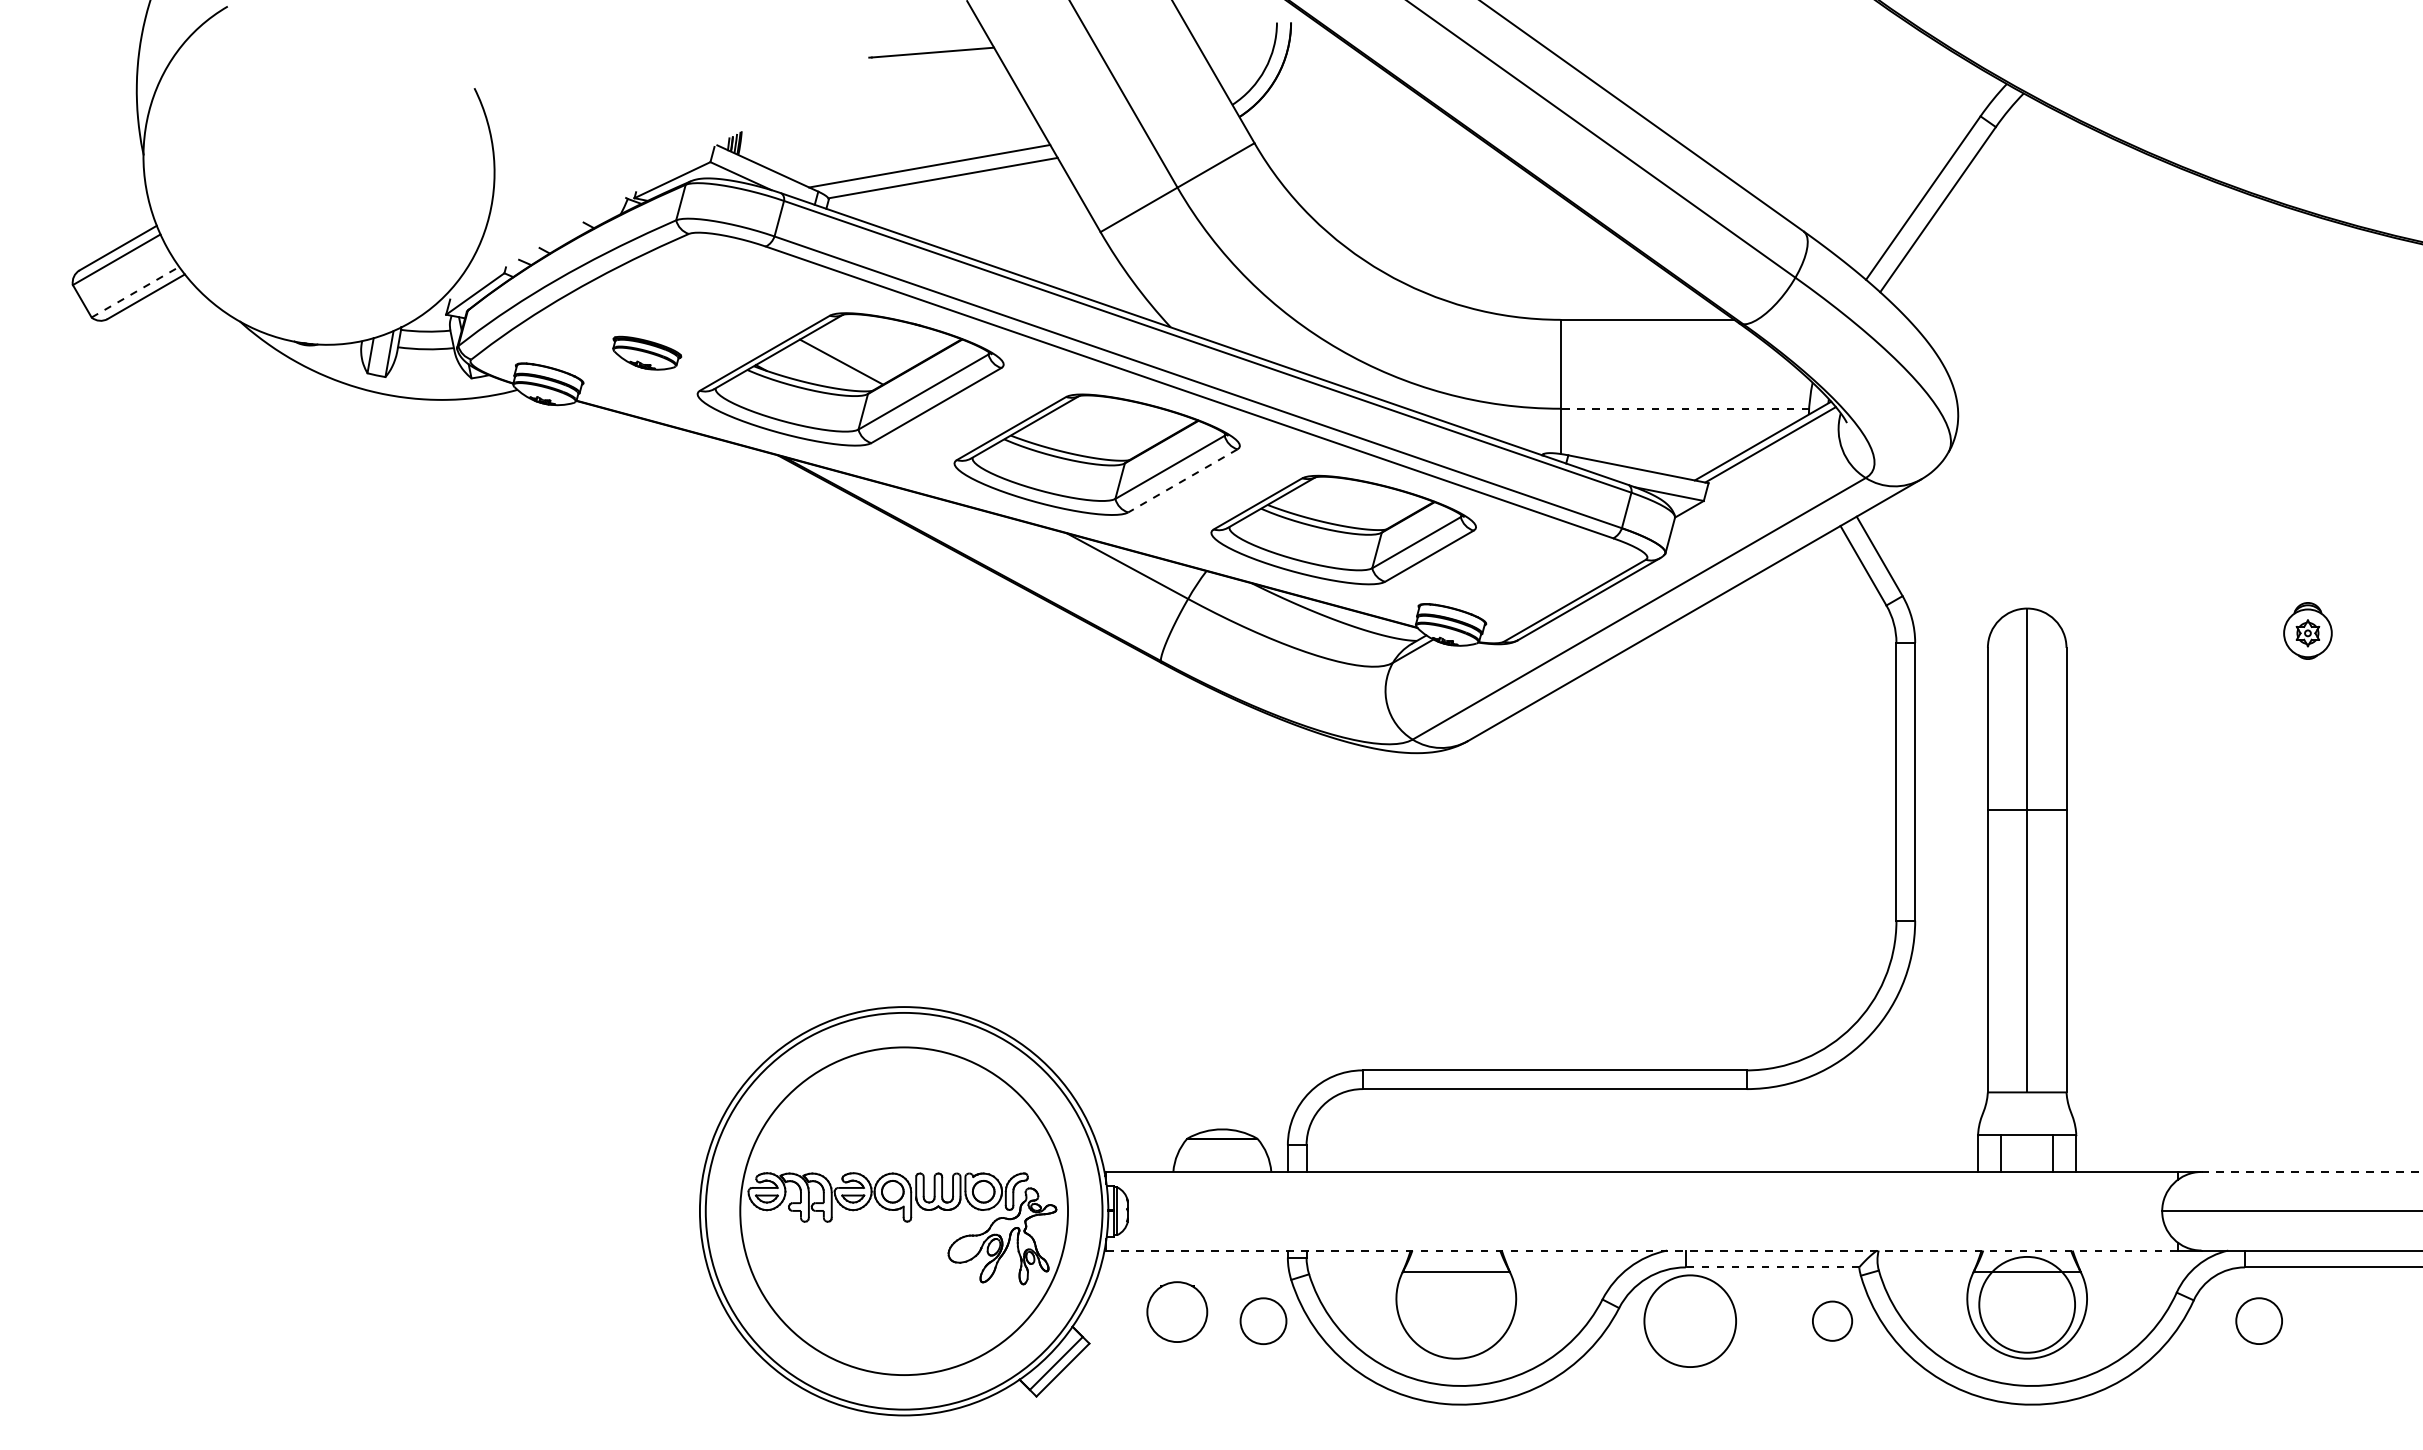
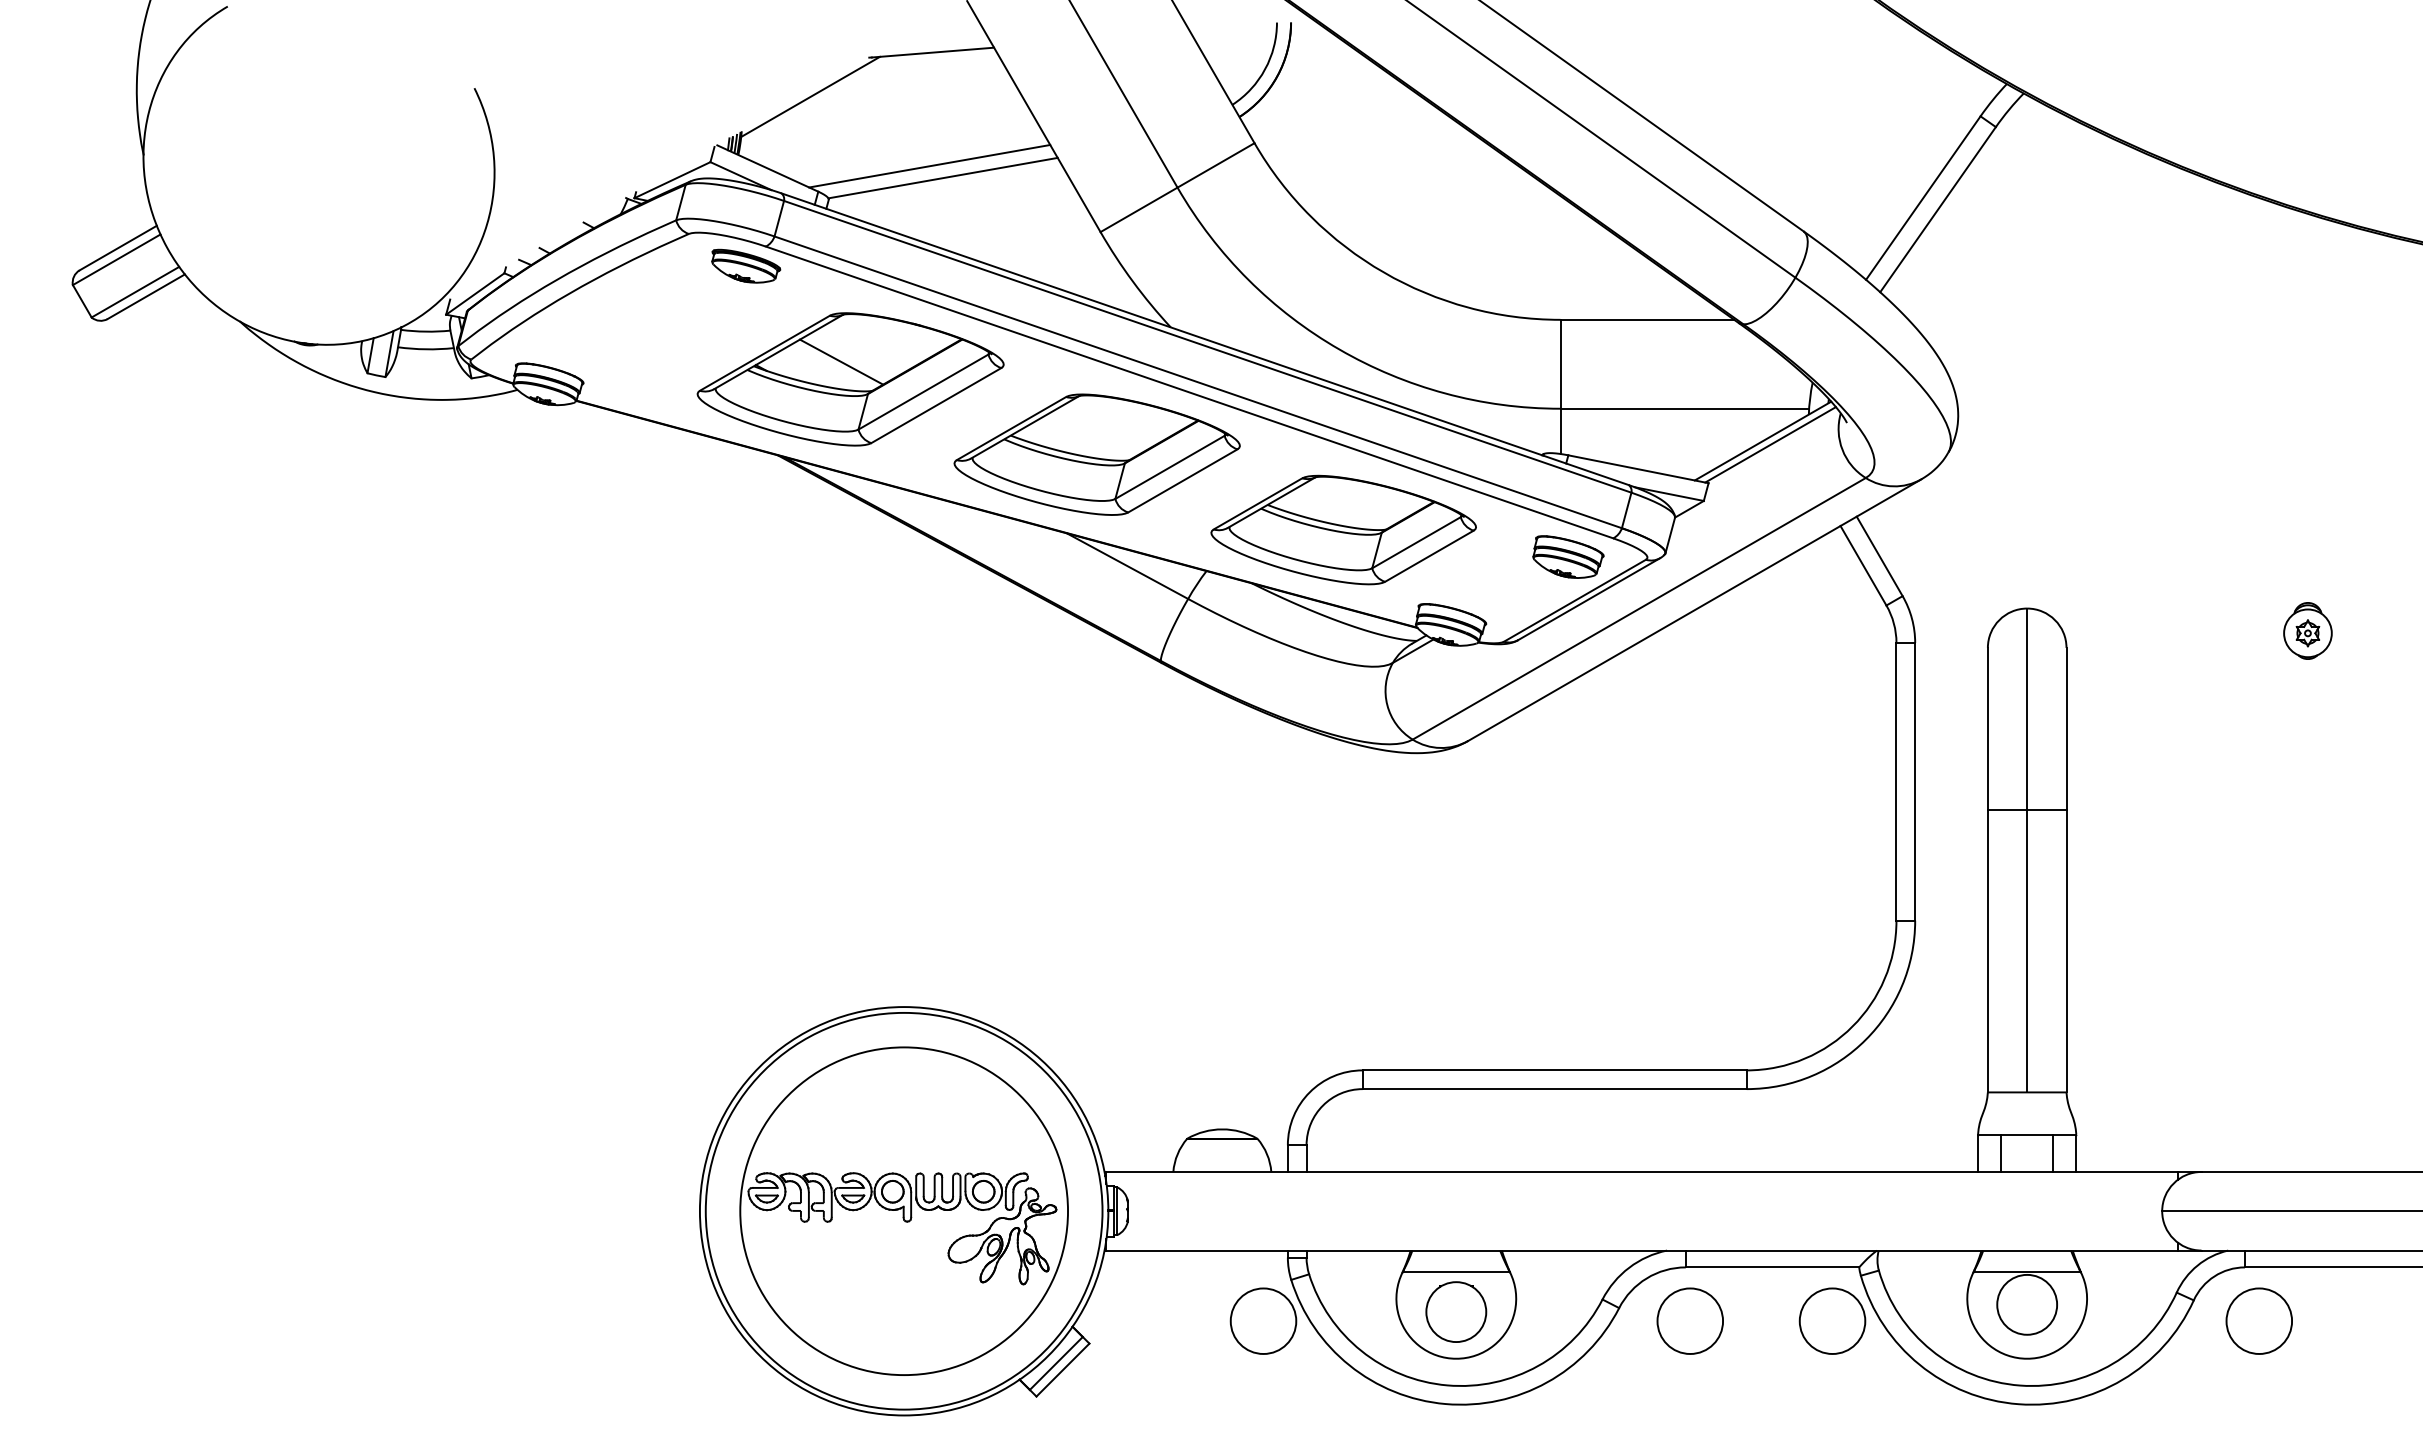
line at (810, 96): none -> present
line at (135, 292): dashed -> solid
part at (647, 352) position: (647, 352) -> (746, 265)
line at (1684, 408): dashed -> solid
line at (1182, 481): dashed -> solid
part at (1568, 556): none -> present
line at (2312, 1171): dashed -> solid
line at (1642, 1250): dashed -> solid
line at (1772, 1267): dashed -> solid
circle at (2027, 1304) diameter: 96 px -> 60 px
part at (1177, 1311) position: (1177, 1311) -> (1456, 1311)
circle at (1832, 1320) diameter: 39 px -> 66 px
circle at (2258, 1320) size: 48x48 px -> 68x68 px
circle at (1263, 1321) diameter: 46 px -> 66 px
circle at (1690, 1321) diameter: 92 px -> 66 px
